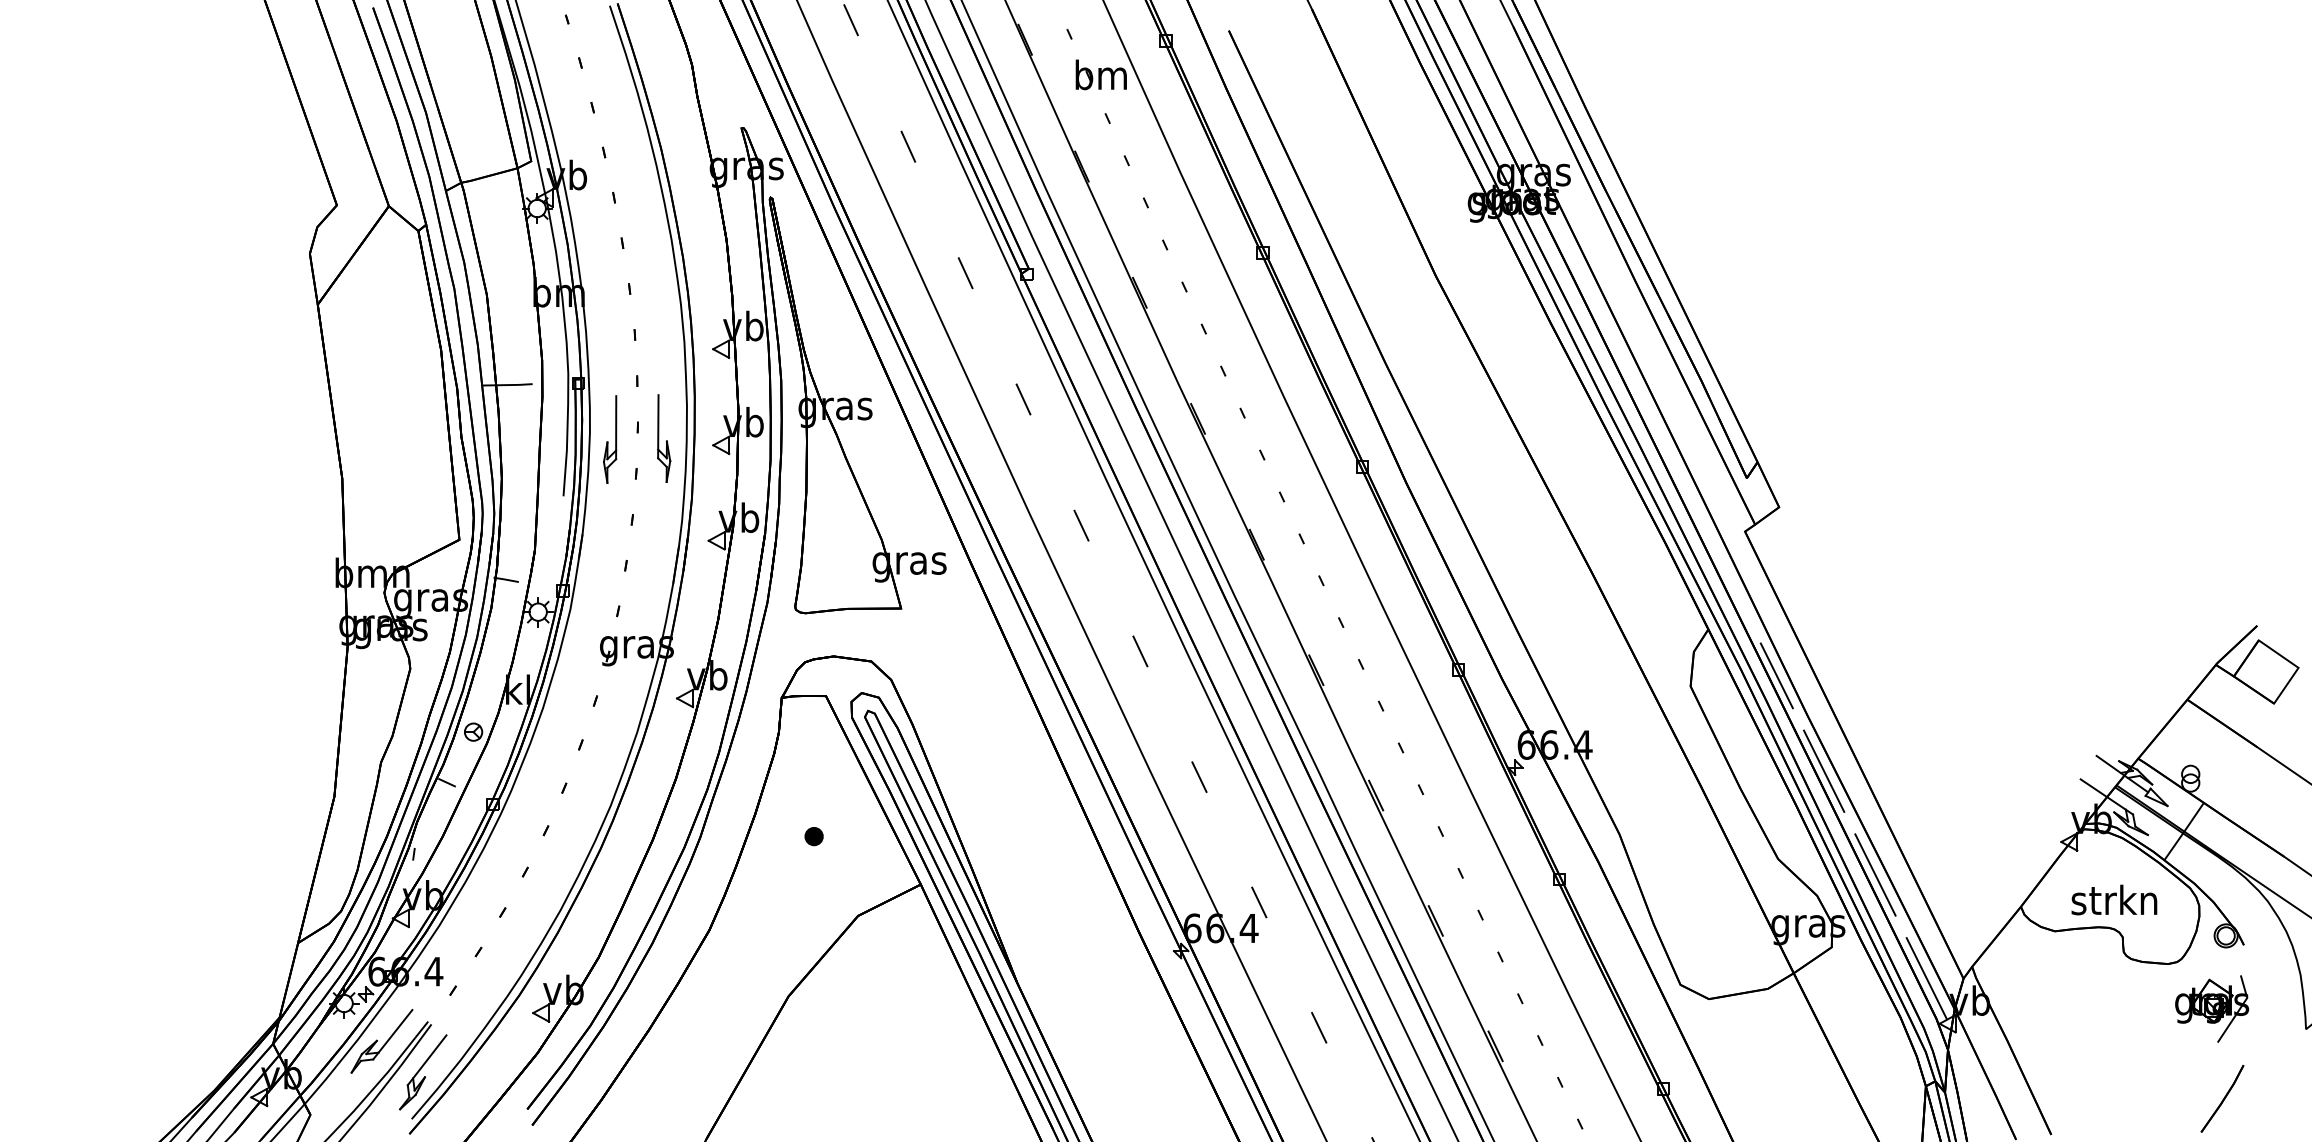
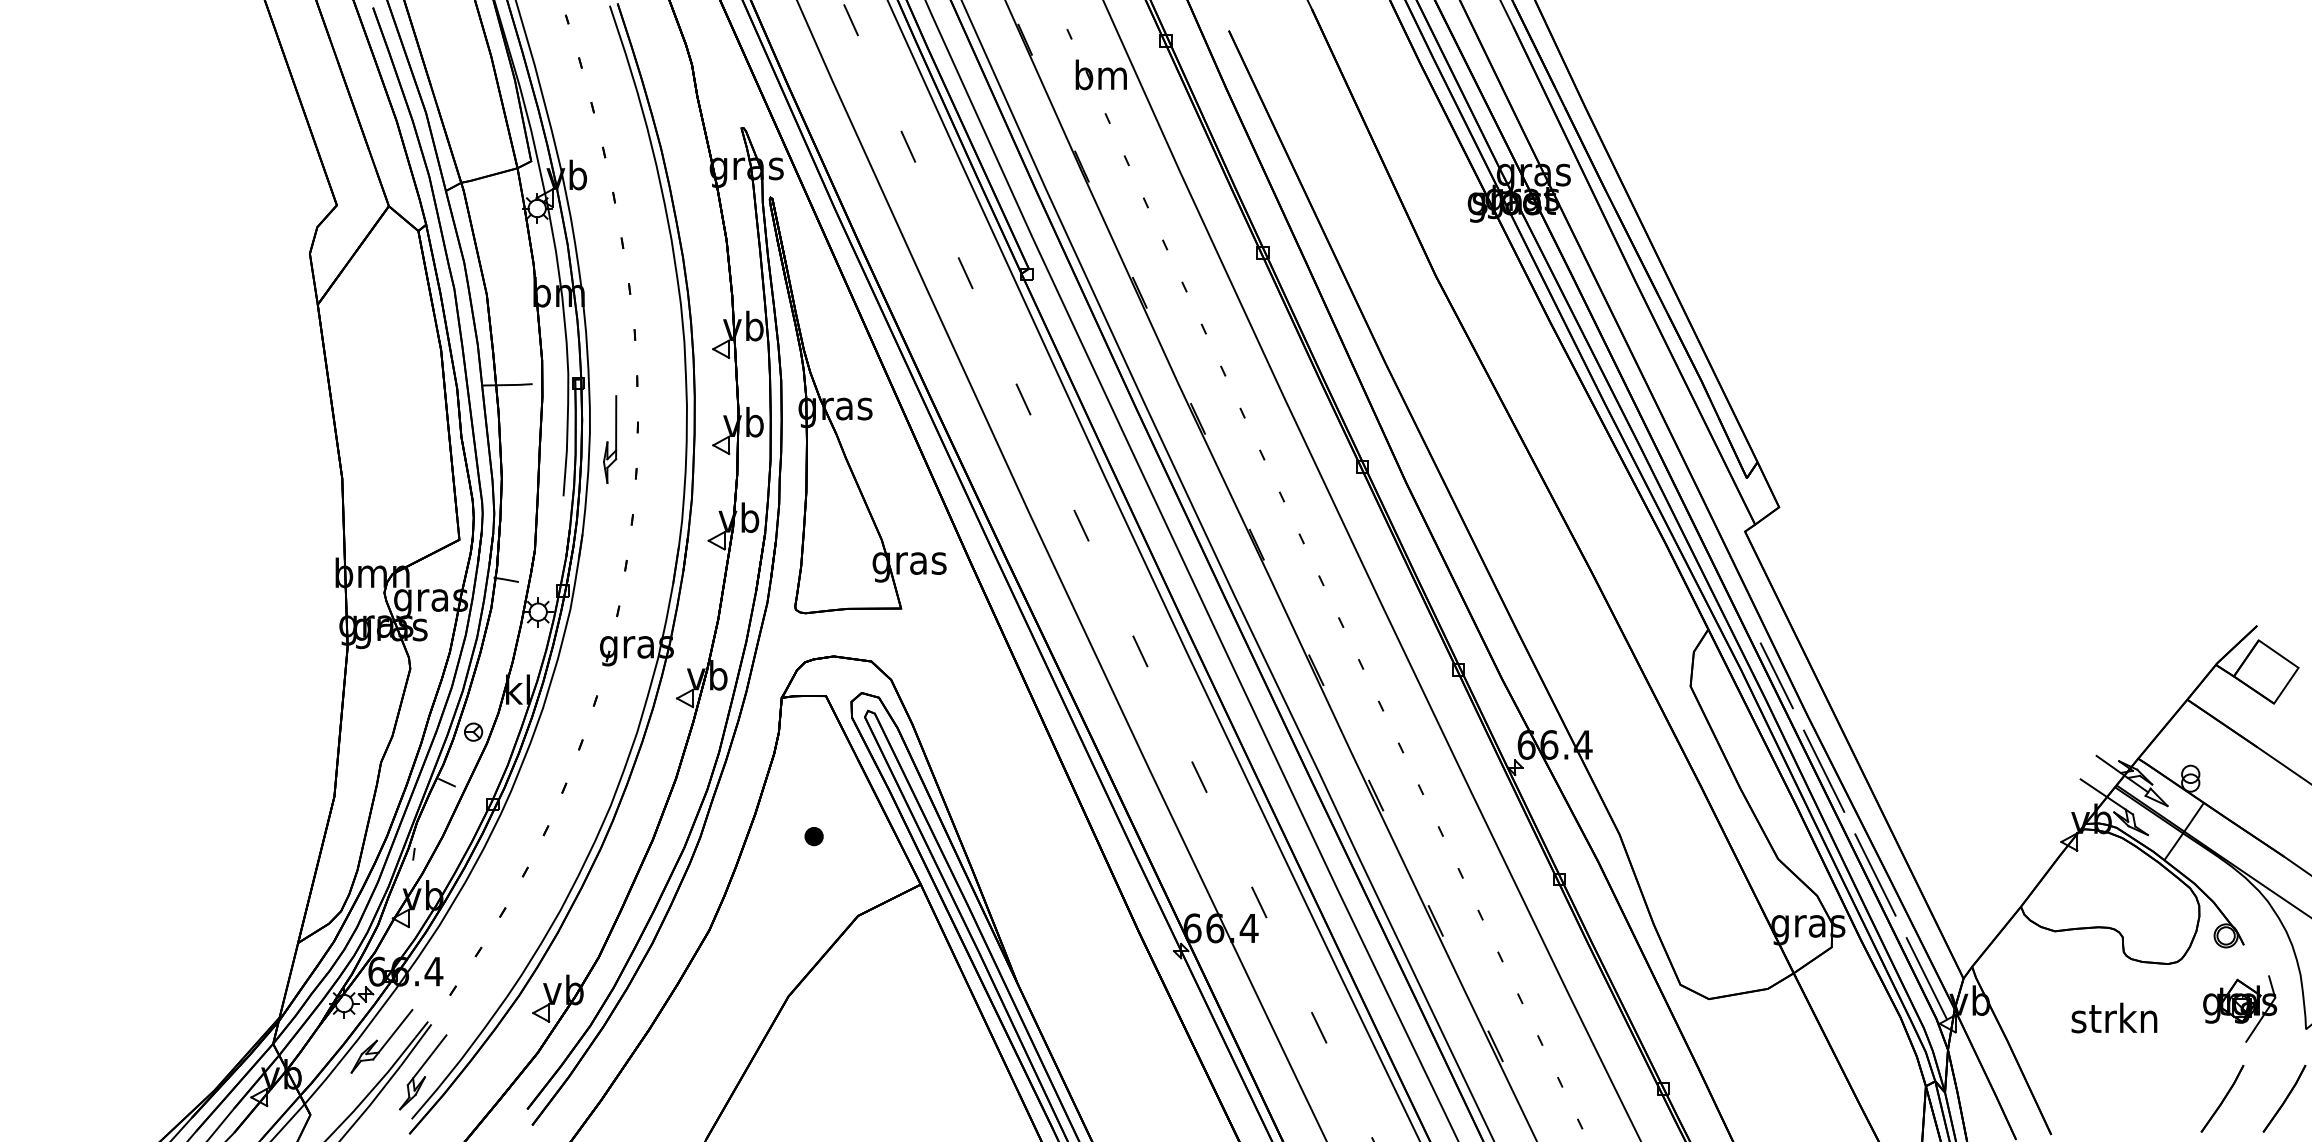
part at (664, 438): present -> none
text at (2114, 899) position: (2114, 899) -> (2114, 1017)
part at (2212, 1008) position: (2212, 1008) -> (2240, 1008)
part at (2284, 1098): none -> present
